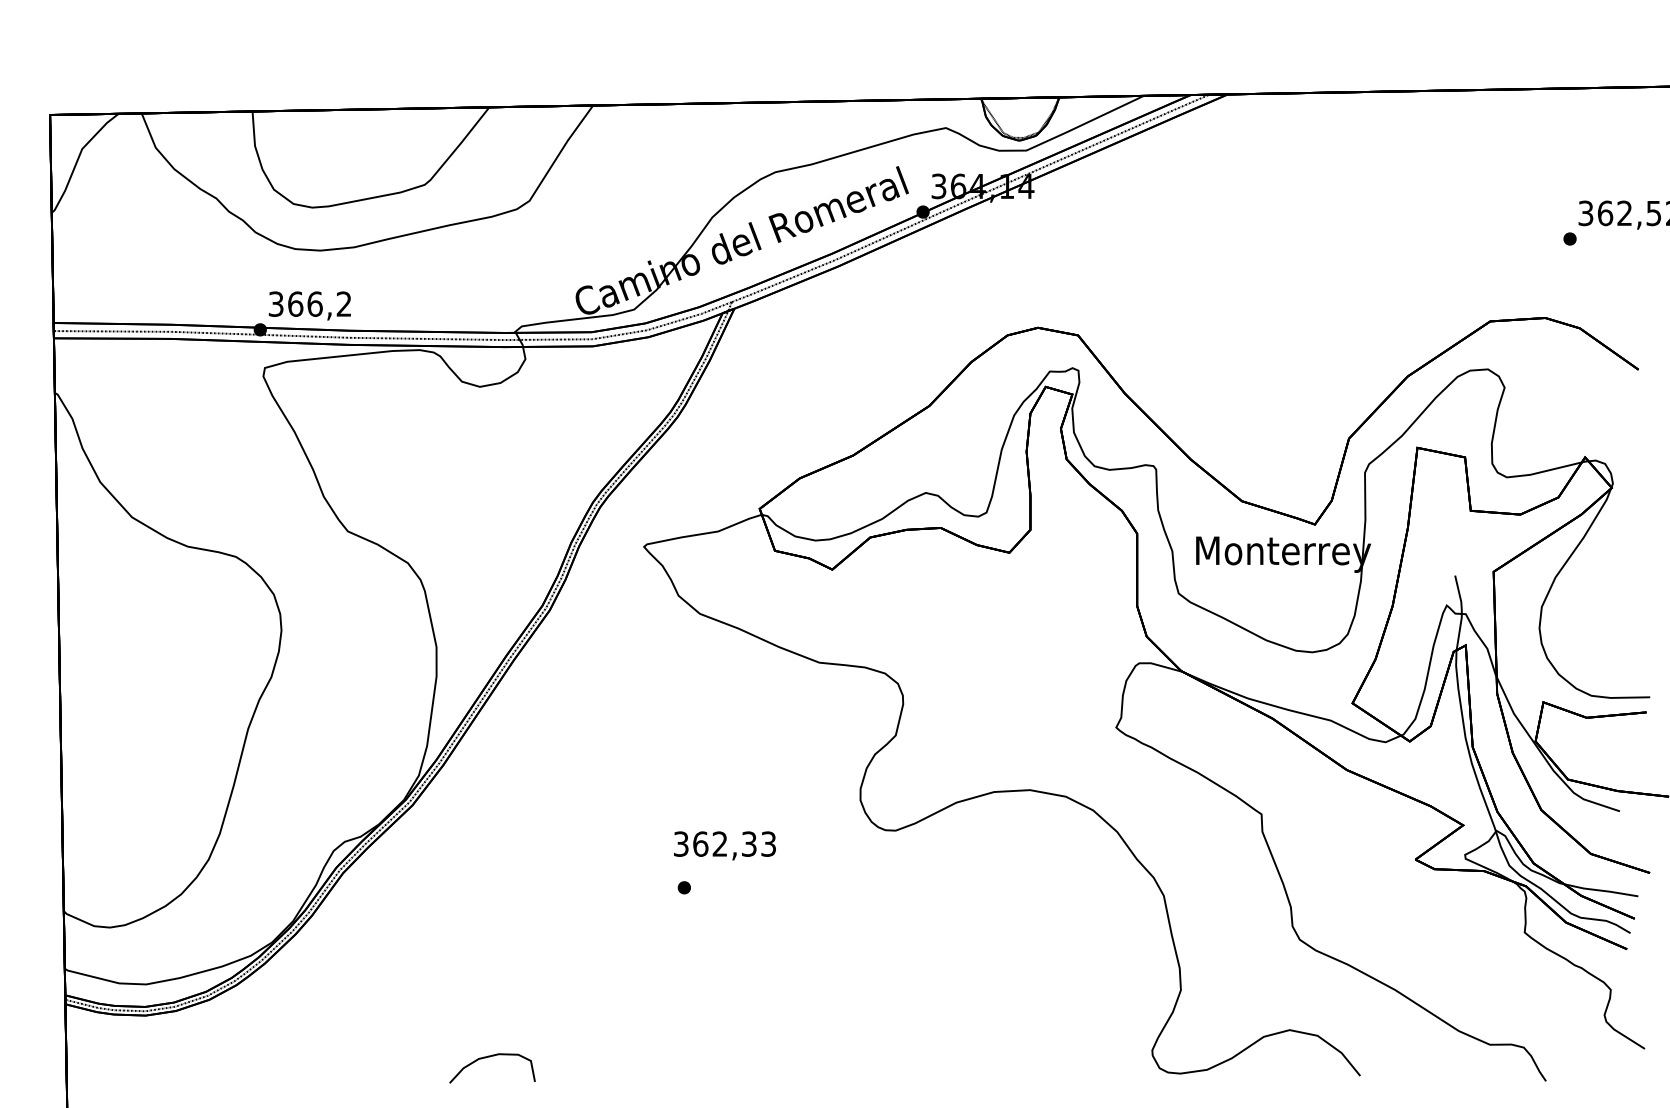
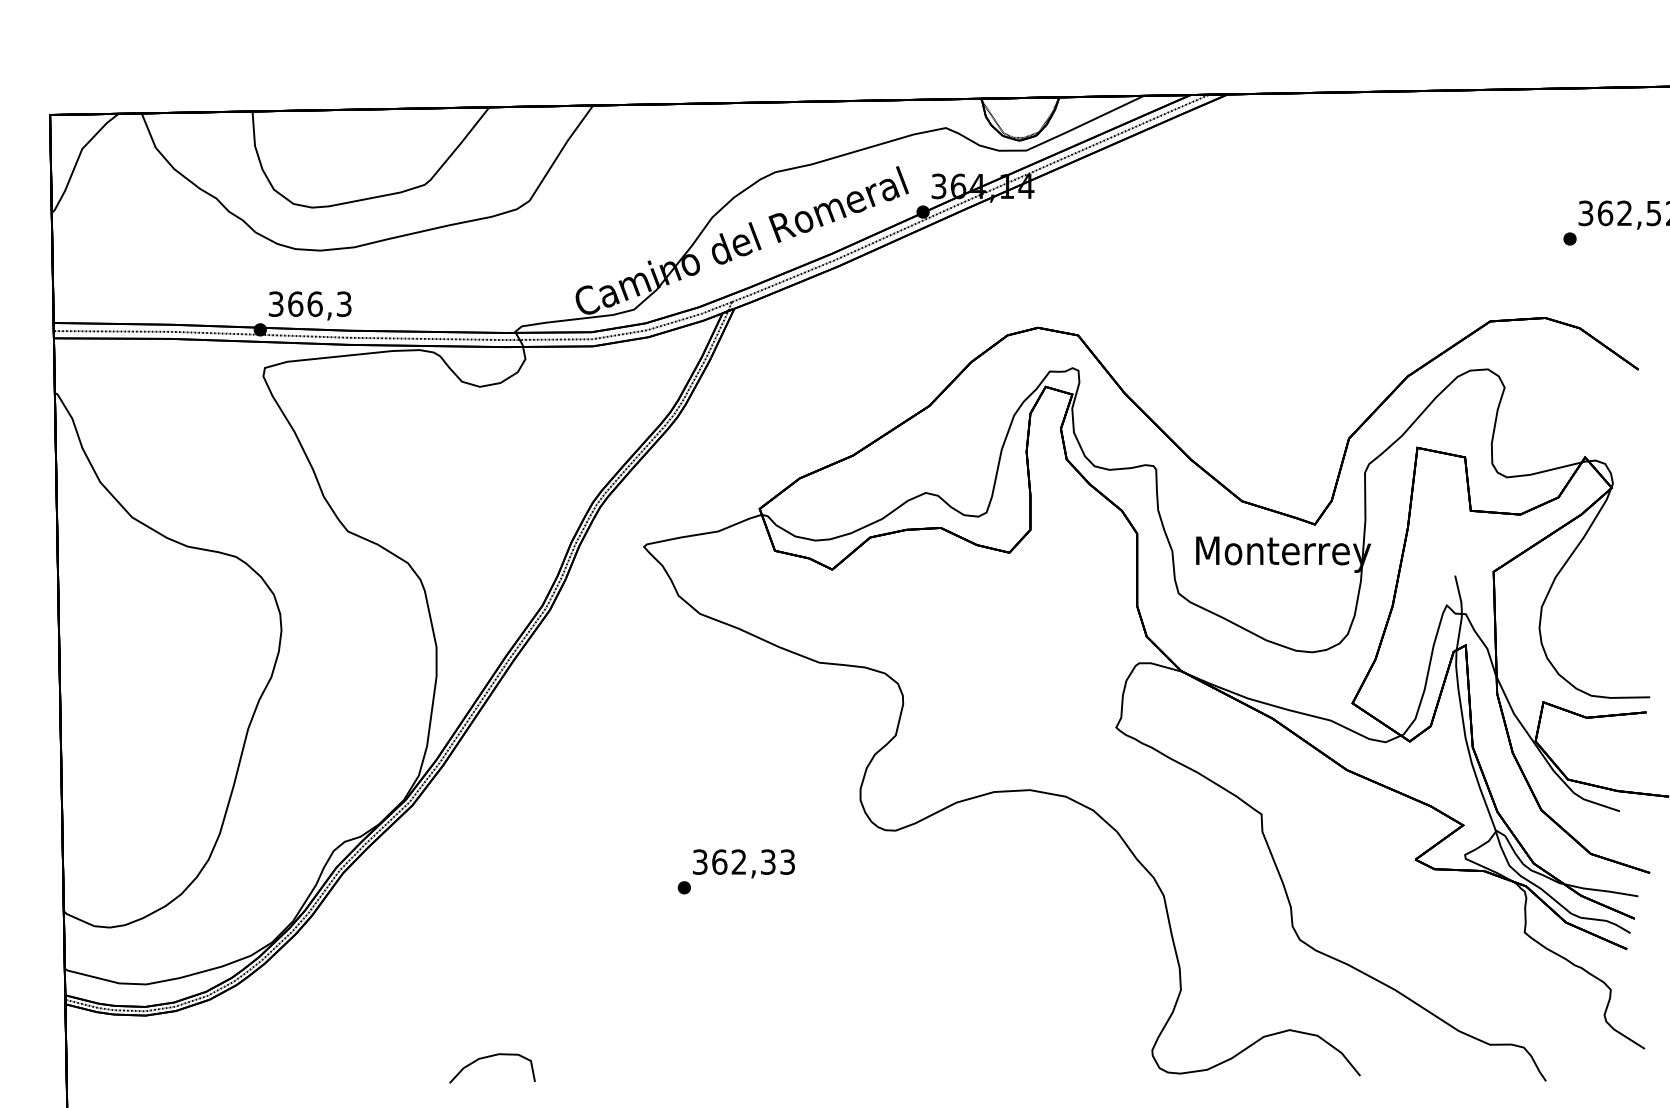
text at (343, 303): 366,2 -> 366,3
text at (724, 845) position: (724, 845) -> (743, 863)
